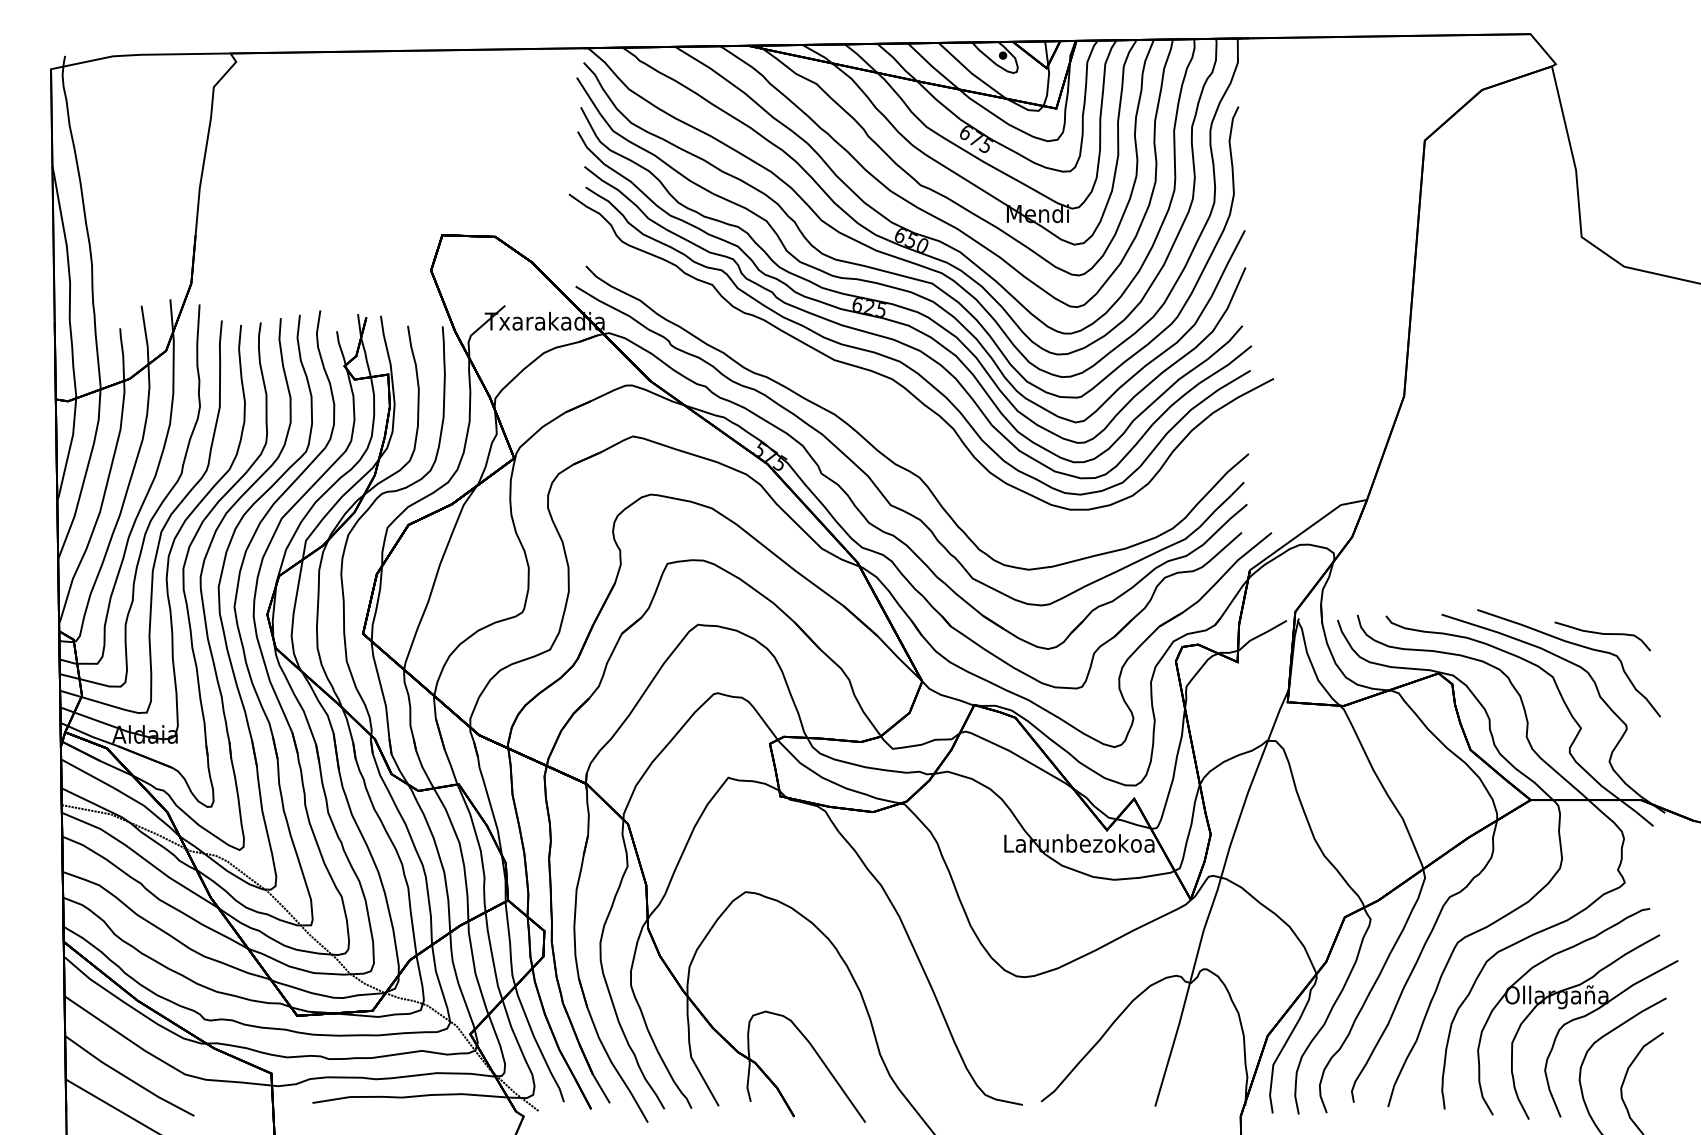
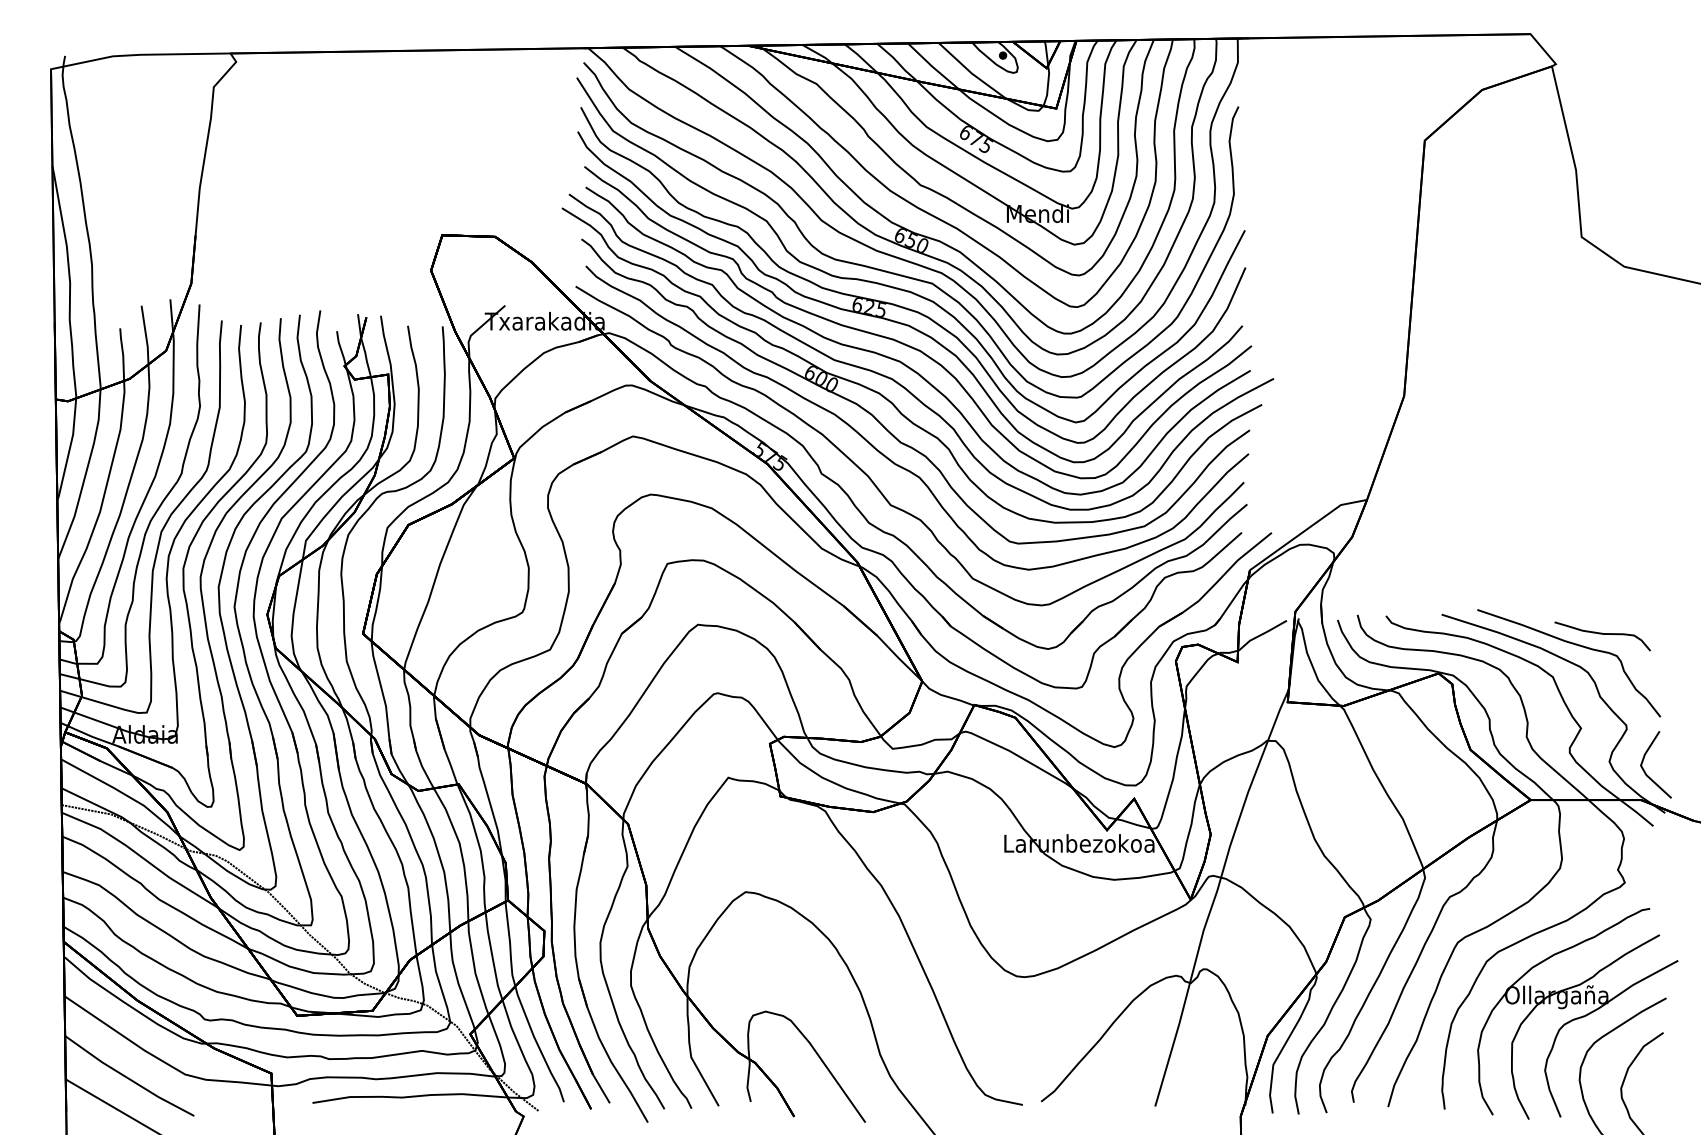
part at (890, 400): none -> present
line at (1644, 759): none -> present
